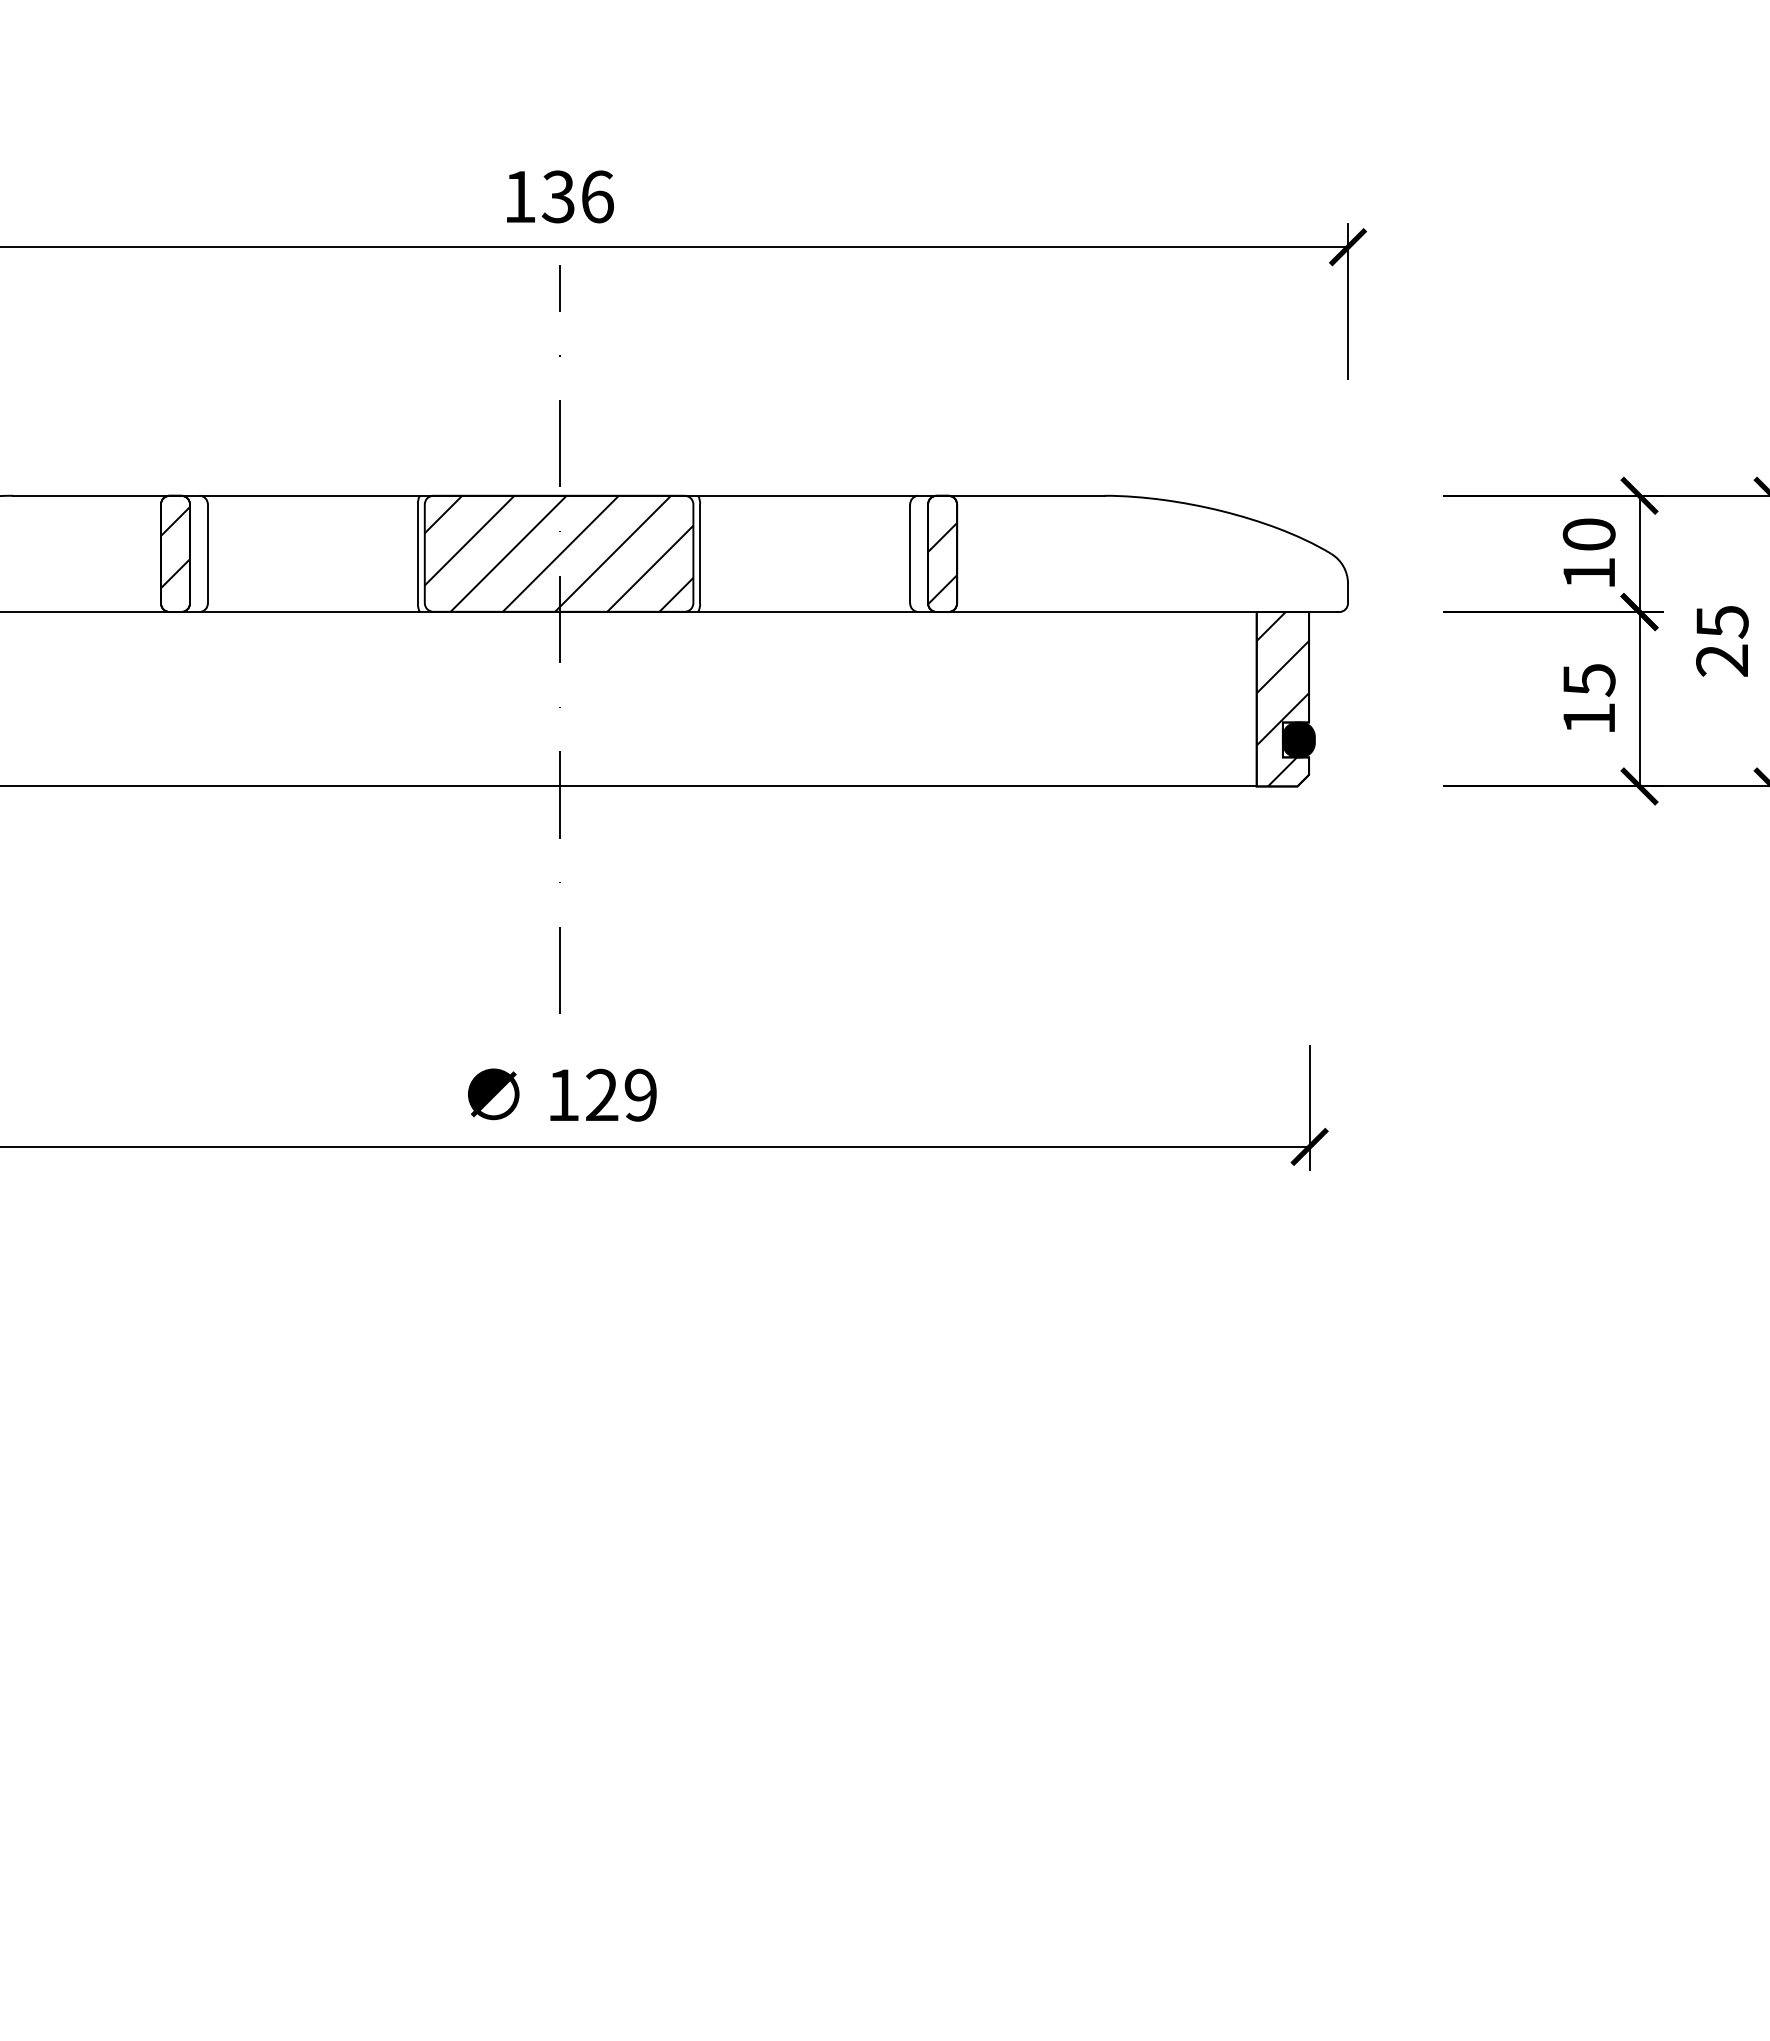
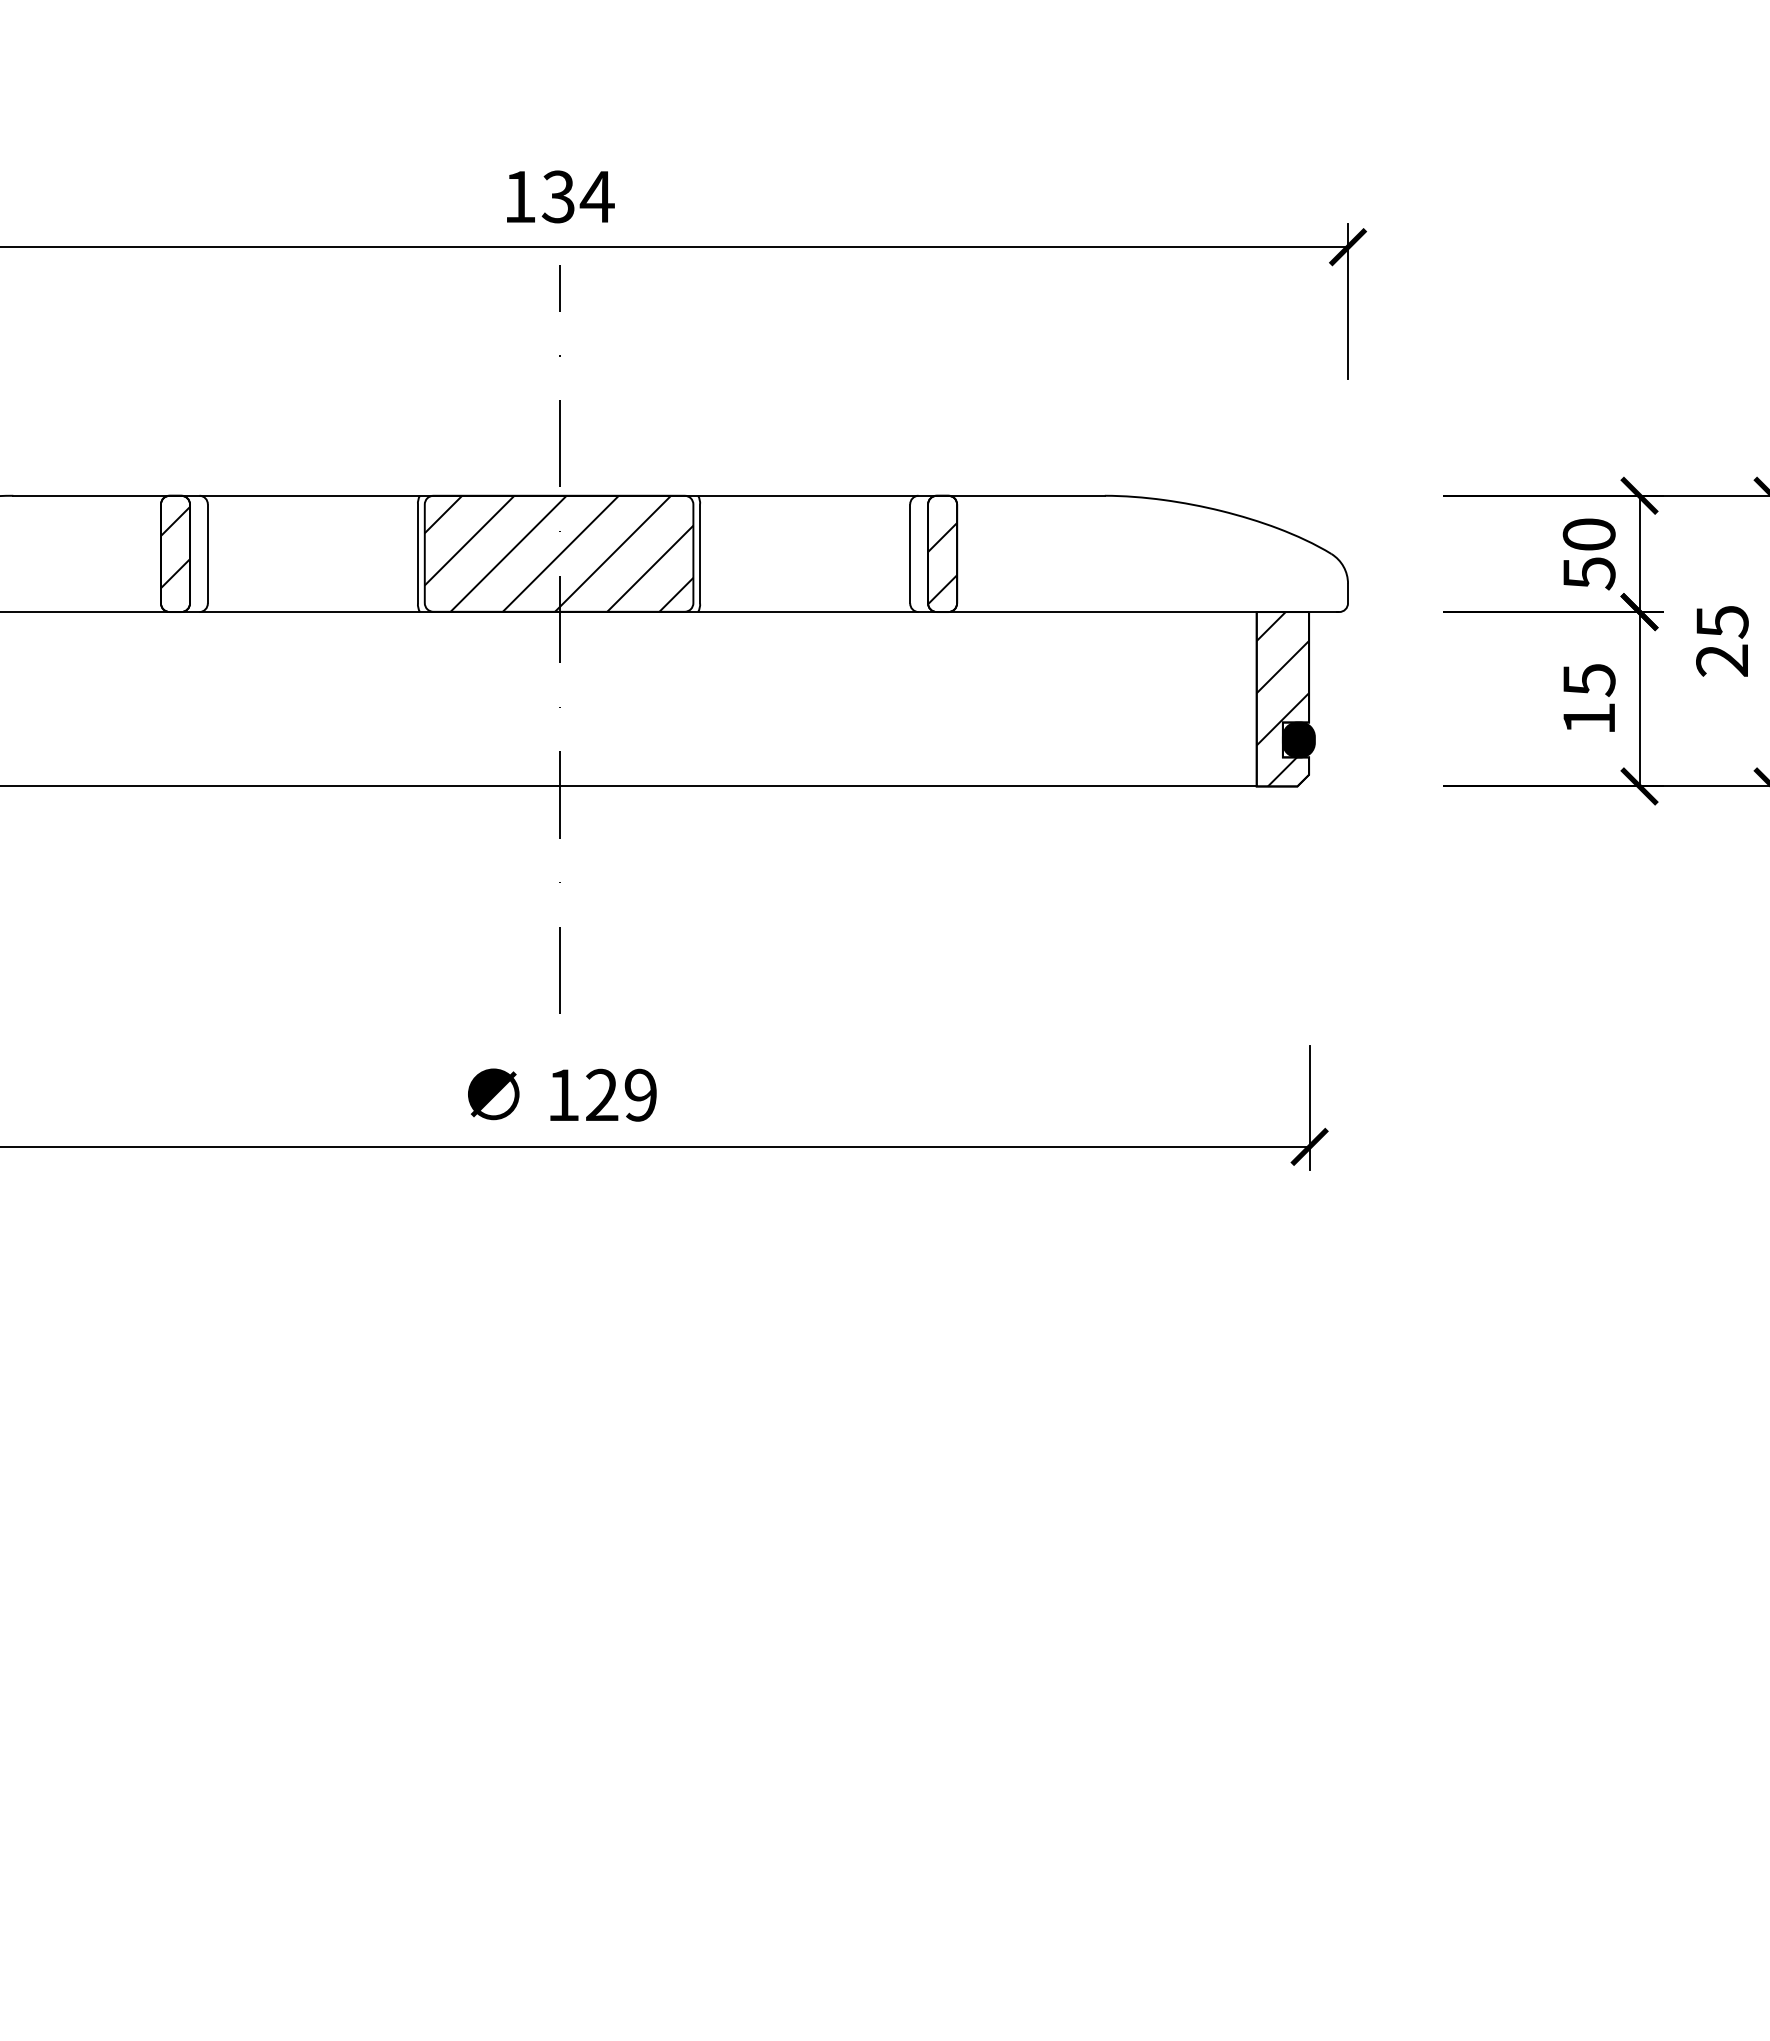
text at (596, 196): 136 -> 134
text at (1589, 573): 10 -> 50
